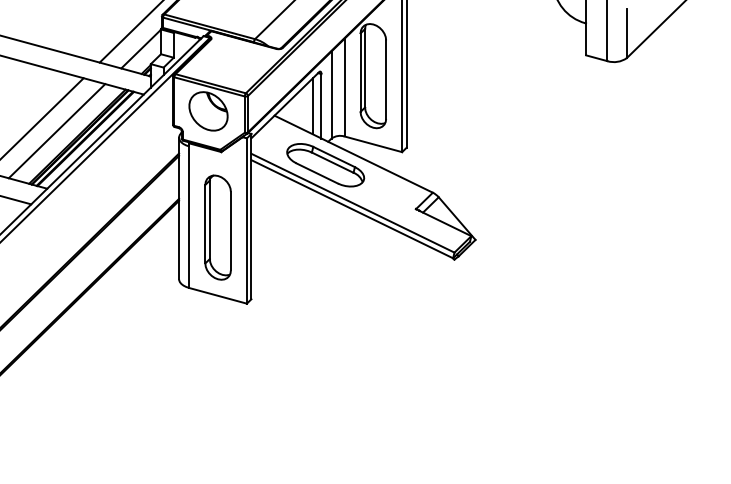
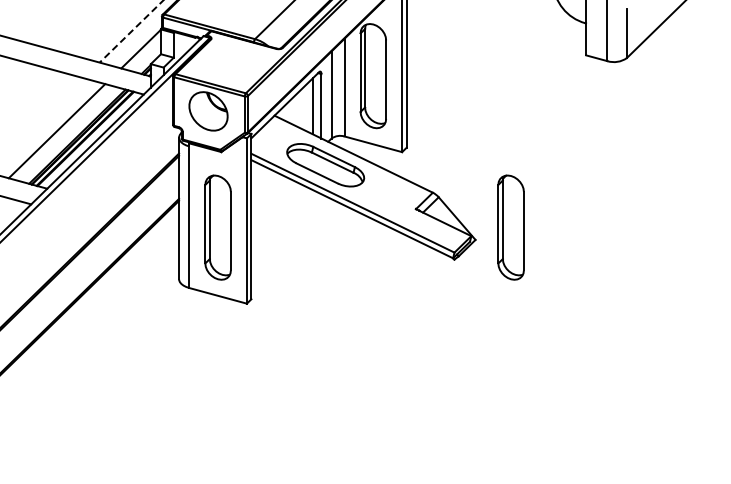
line at (131, 31): solid -> dashed
line at (42, 117): present -> none
part at (510, 227): none -> present
